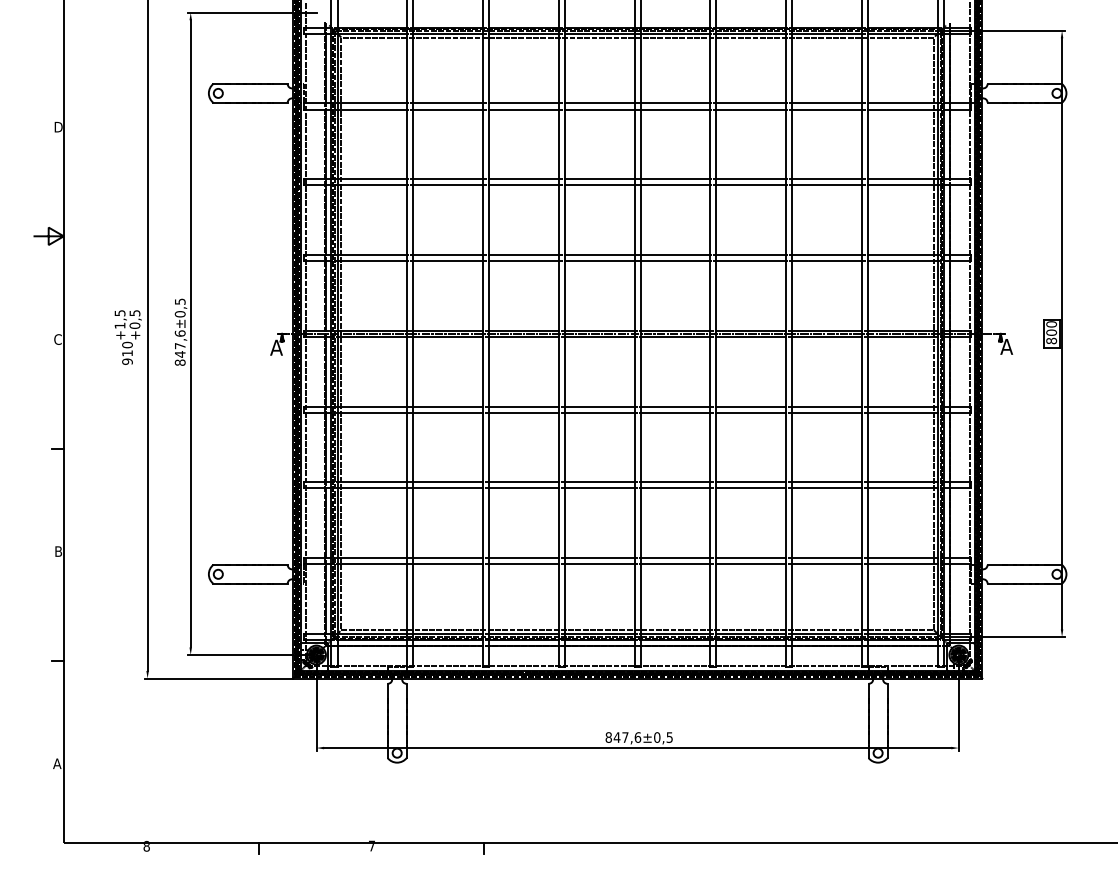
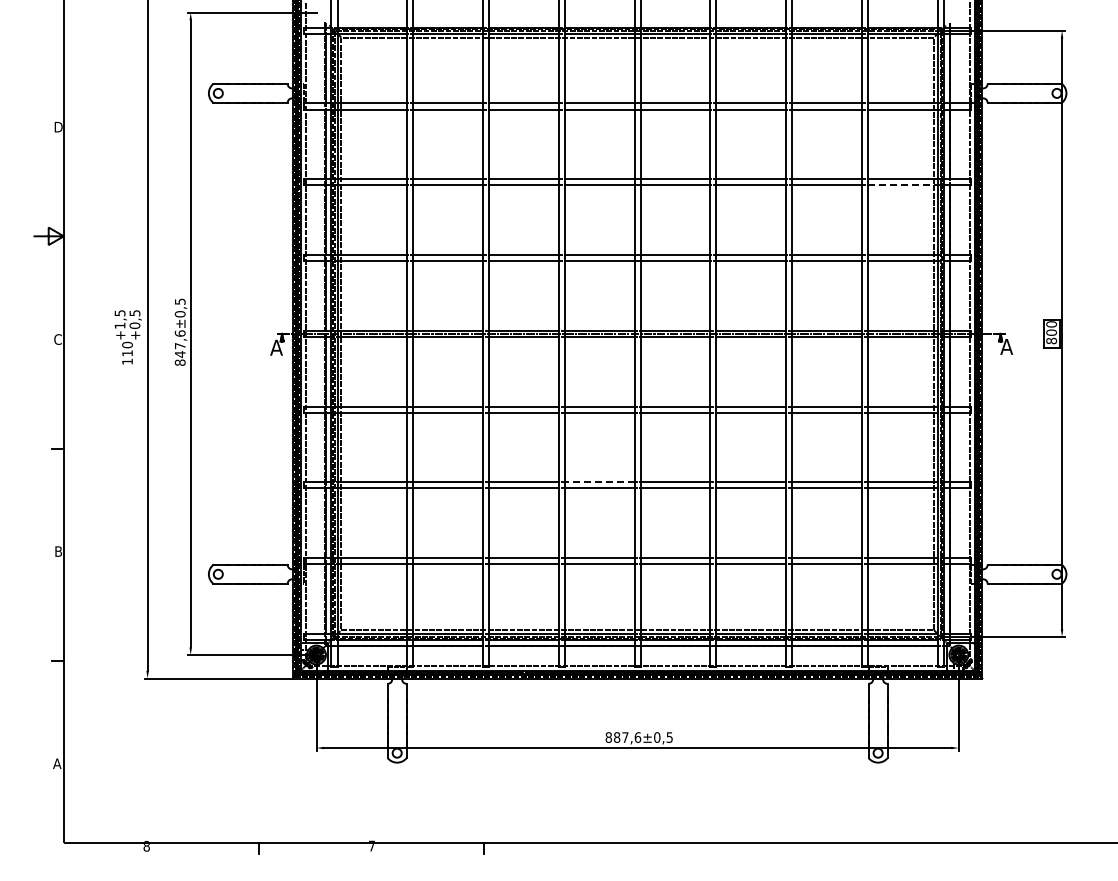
line at (902, 185): solid -> dashed
text at (127, 361): 910 -> 110
line at (599, 482): solid -> dashed
text at (616, 737): 847,6 -> 887,6
